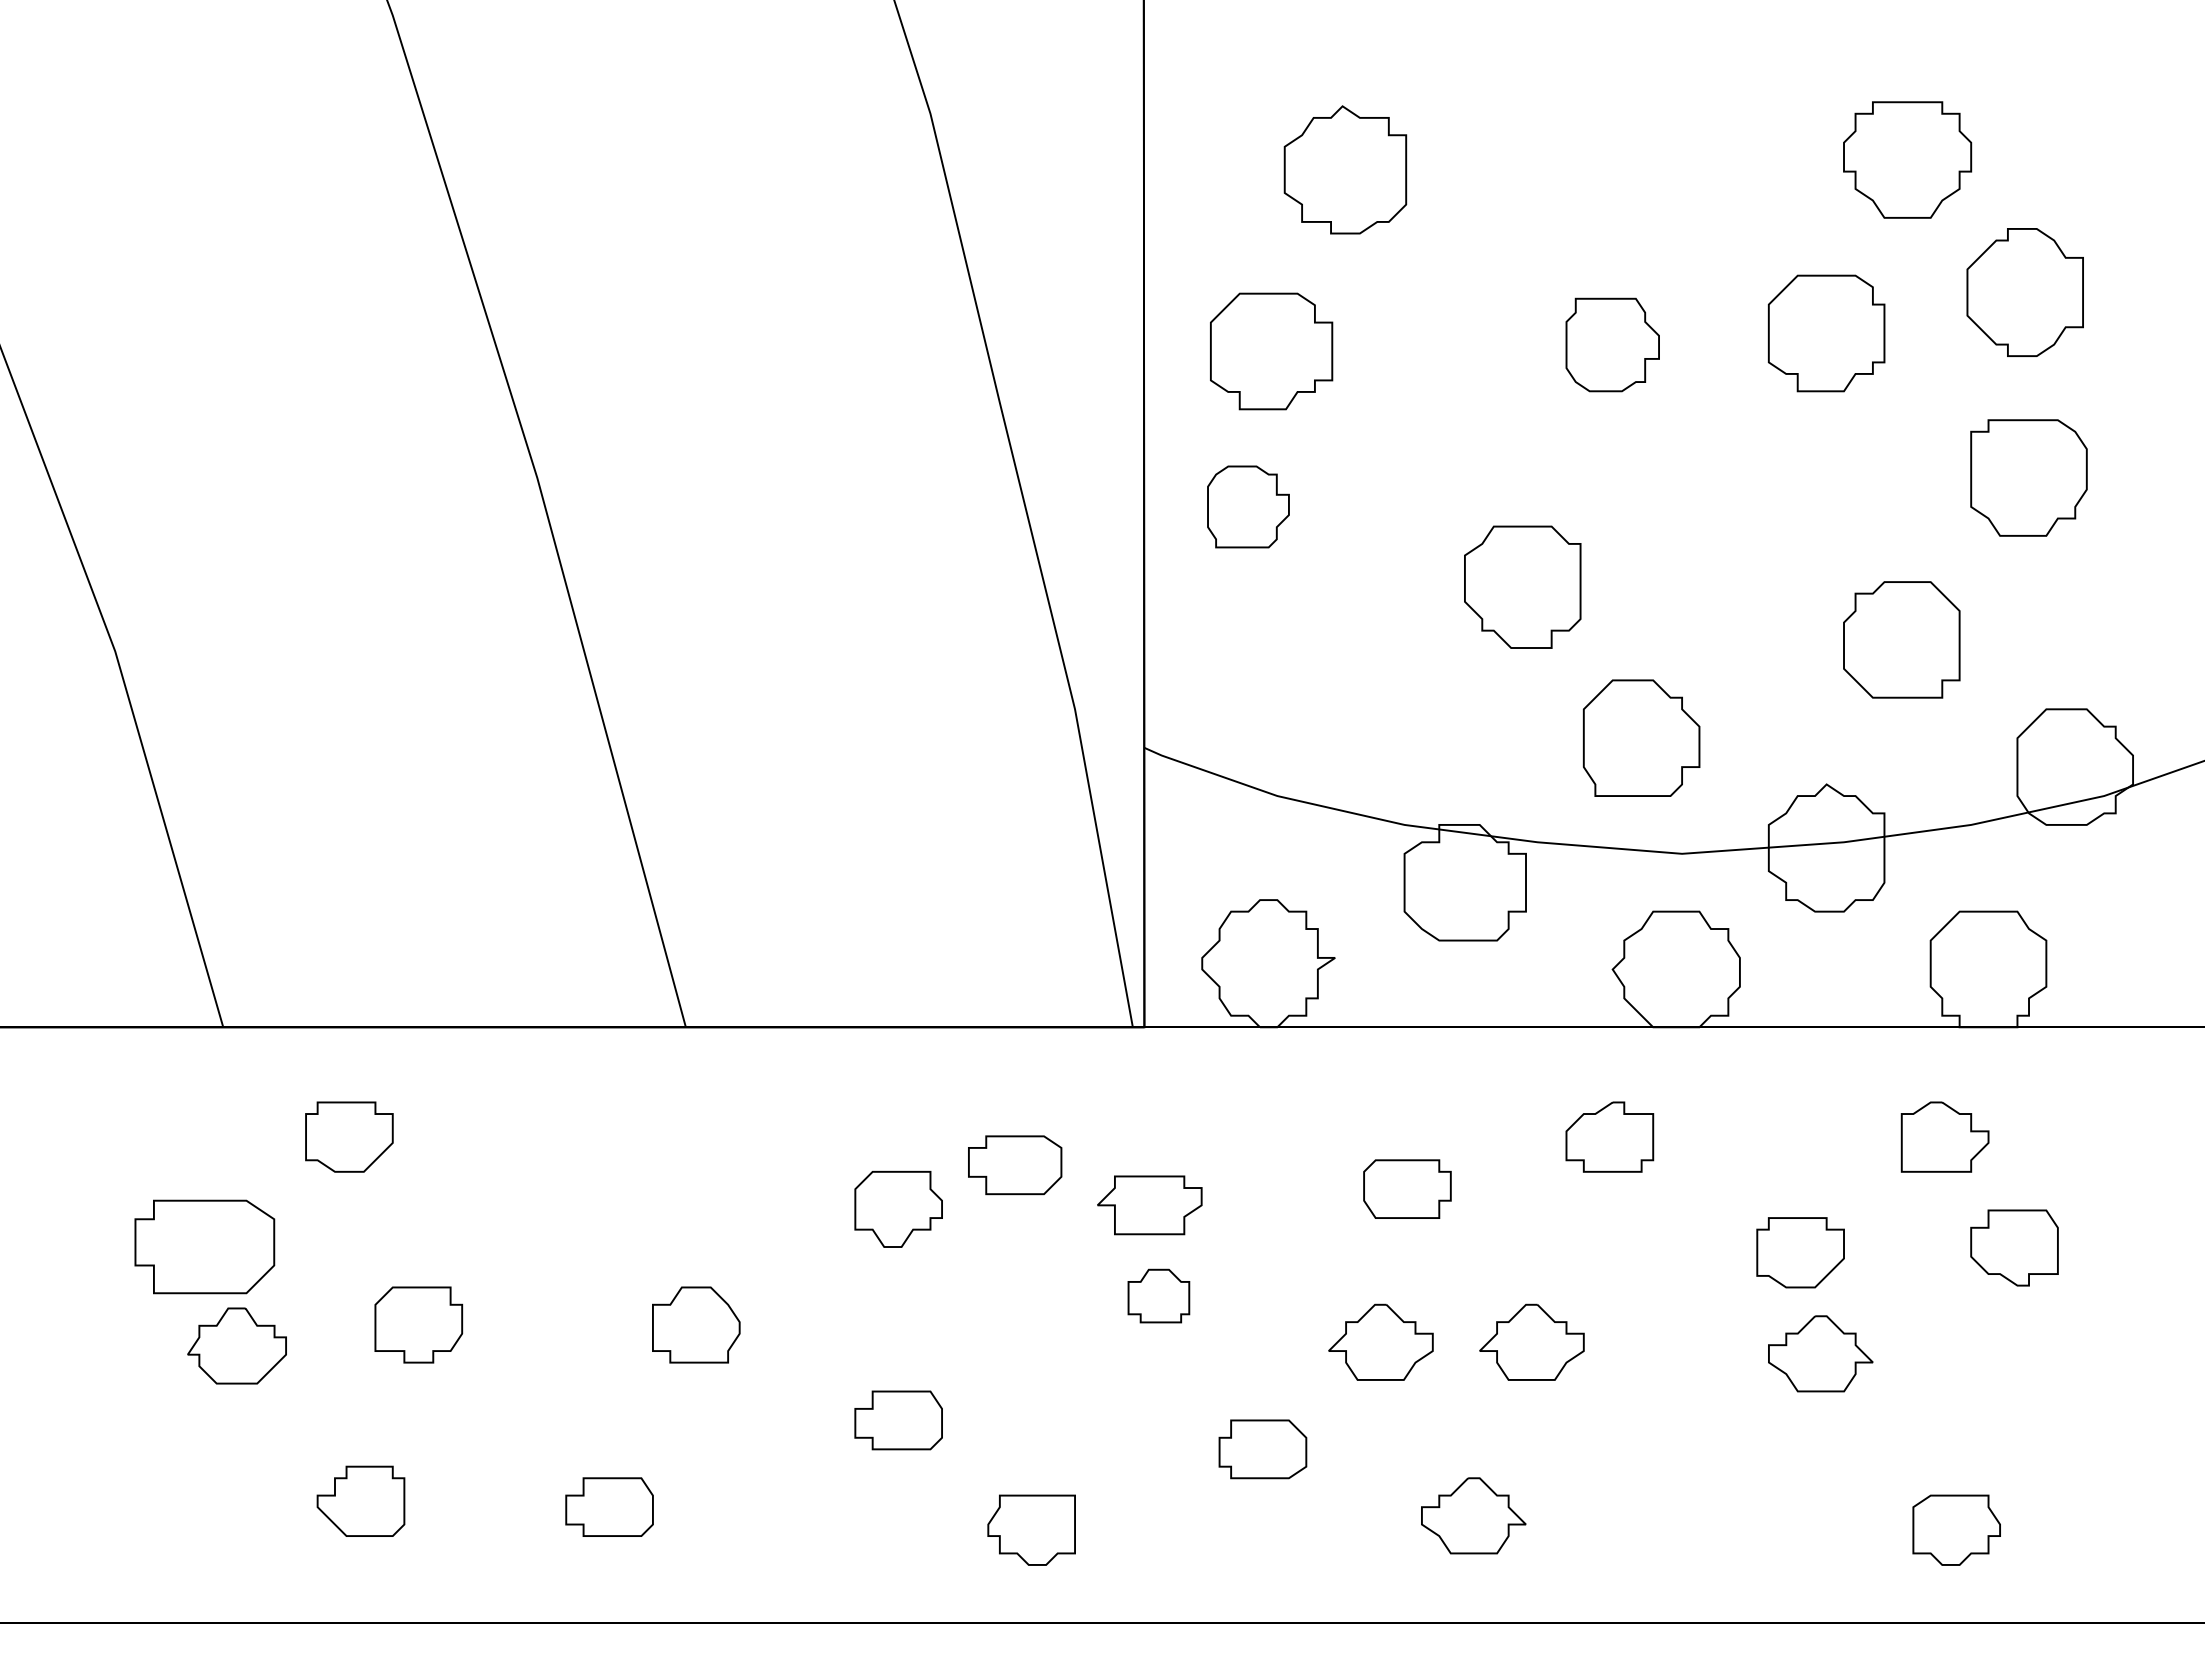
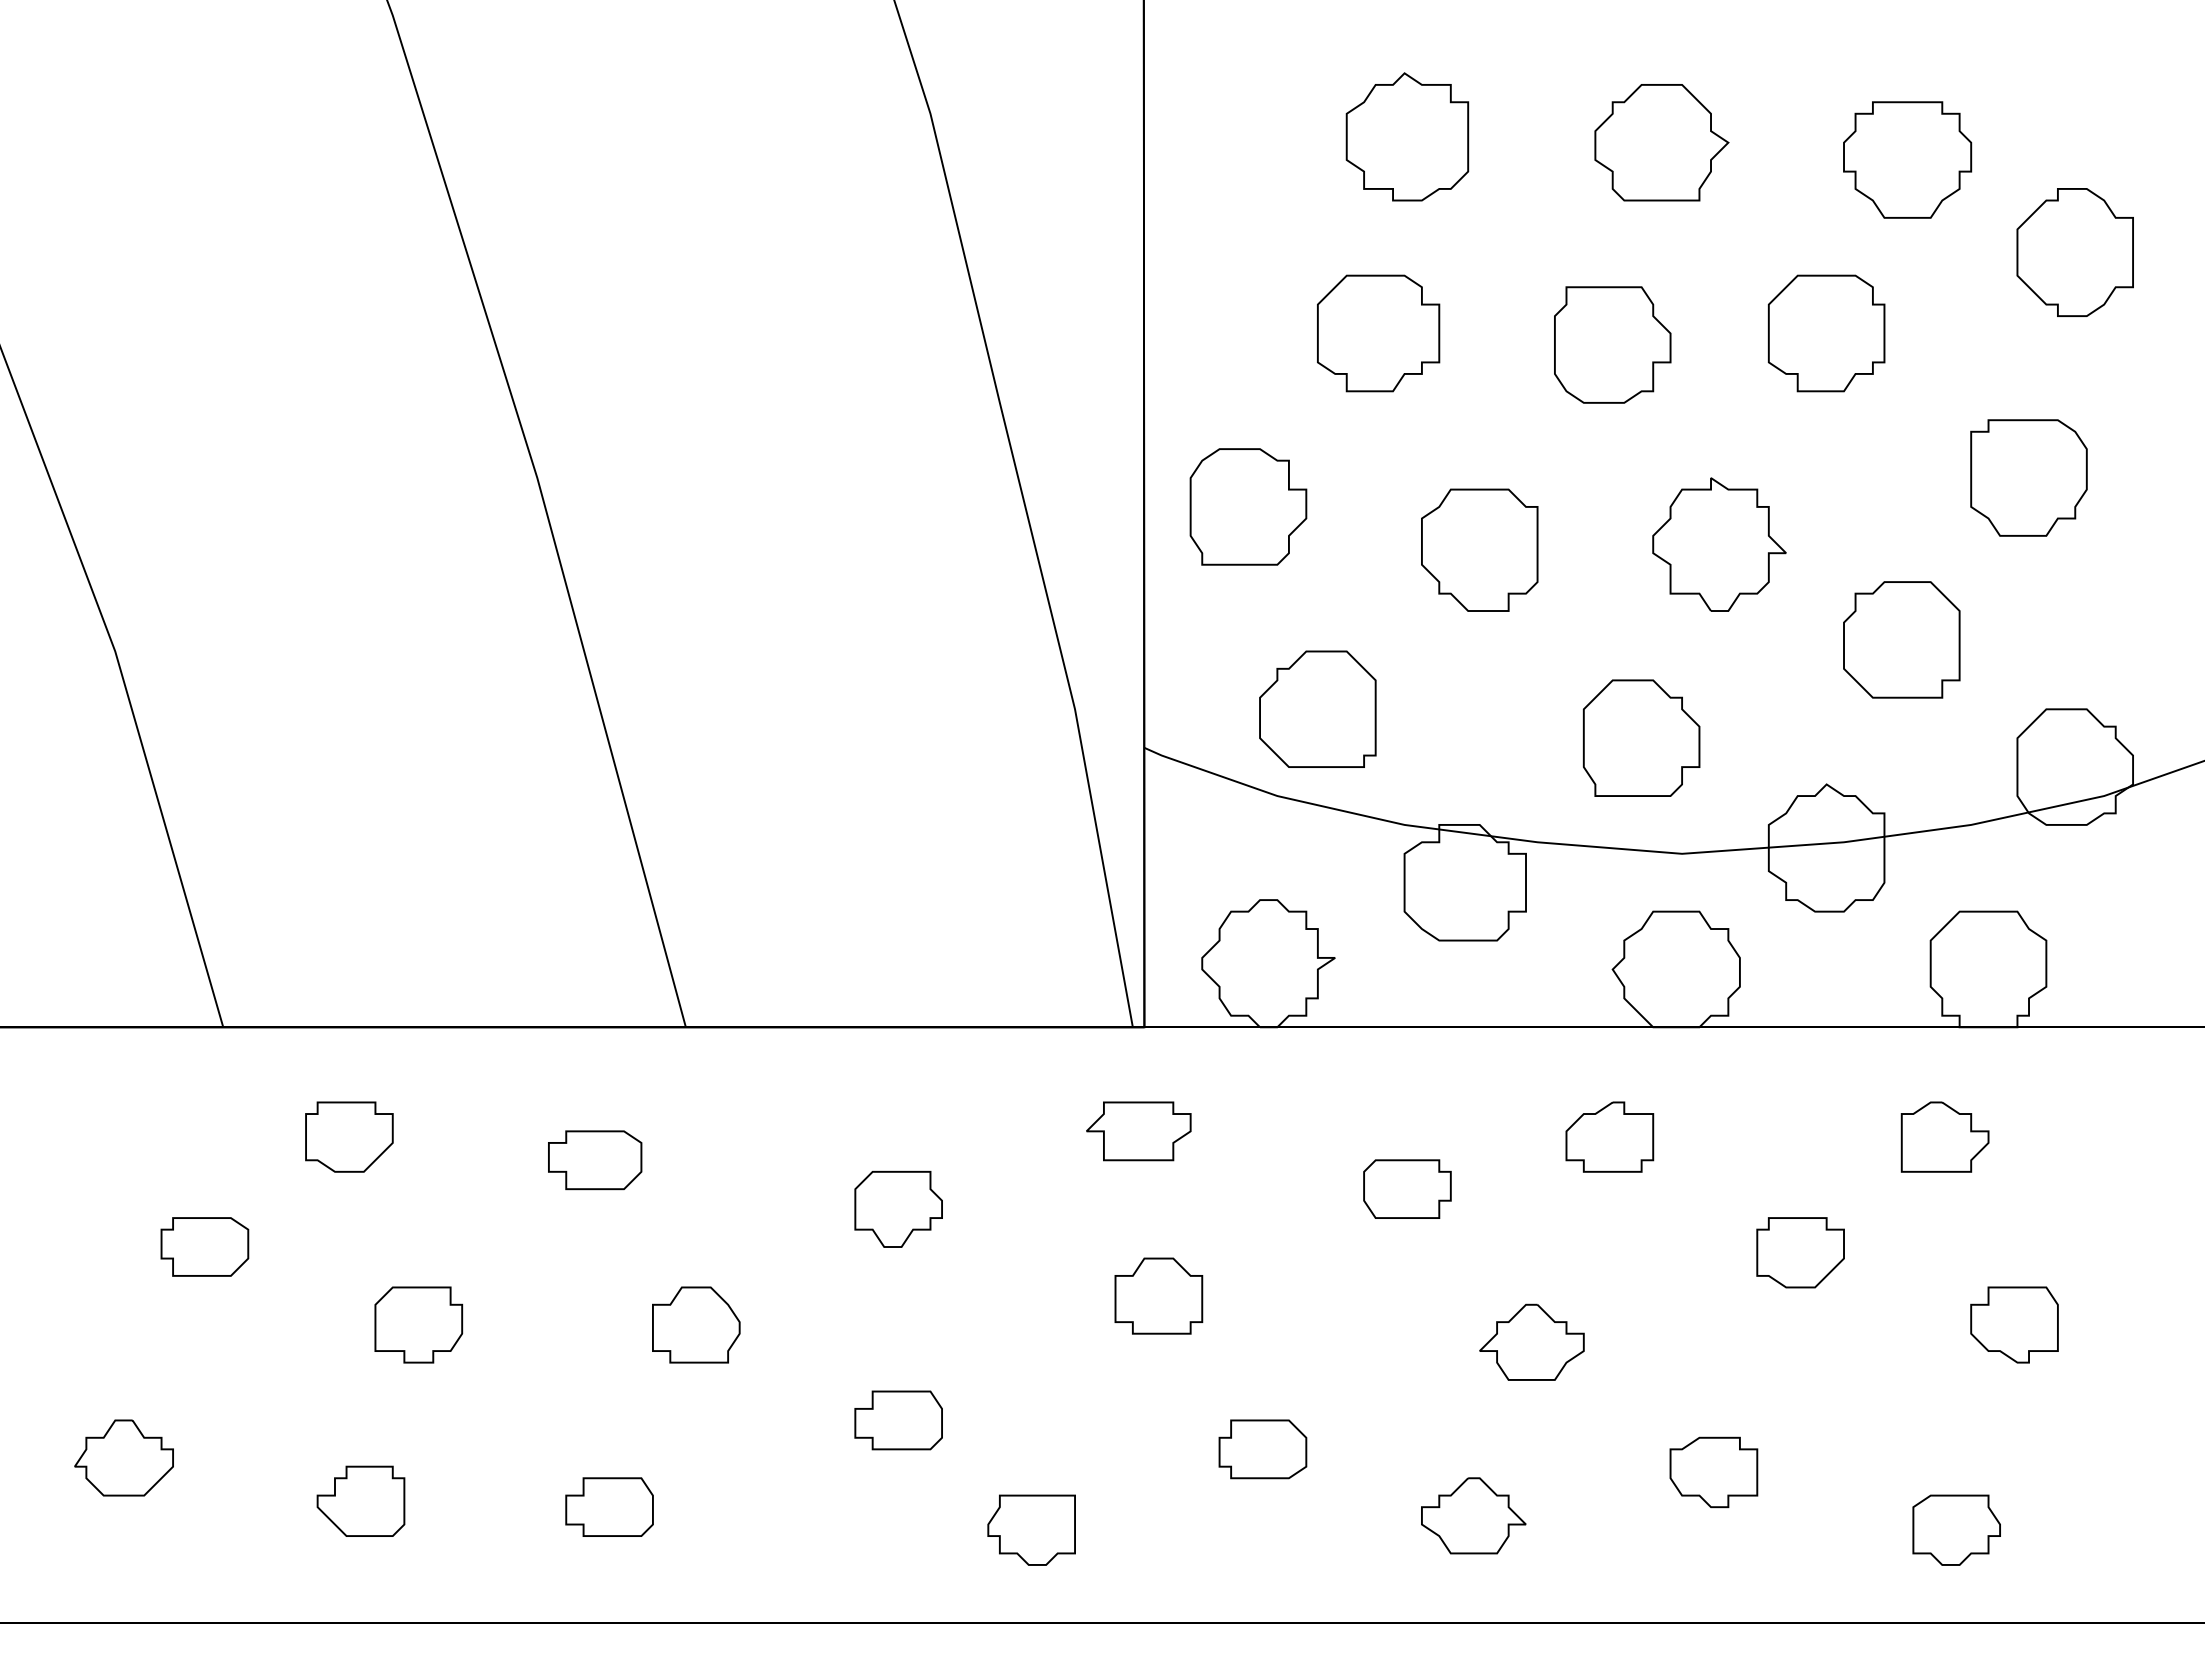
part at (1661, 142): none -> present
part at (1345, 169) position: (1345, 169) -> (1407, 136)
part at (2024, 292) position: (2024, 292) -> (2074, 252)
part at (1612, 344) size: 95x96 px -> 118x118 px
part at (1271, 351) position: (1271, 351) -> (1378, 333)
part at (1248, 506) size: 83x84 px -> 119x118 px
part at (1719, 544): none -> present
part at (1522, 586) position: (1522, 586) -> (1479, 549)
part at (1317, 708): none -> present
part at (1015, 1165) position: (1015, 1165) -> (595, 1160)
part at (1149, 1205) position: (1149, 1205) -> (1138, 1131)
part at (204, 1246) size: 142x96 px -> 90x60 px
part at (2014, 1247) position: (2014, 1247) -> (2014, 1324)
part at (1158, 1295) size: 64x56 px -> 90x78 px
part at (1380, 1341): present -> none
part at (236, 1345) position: (236, 1345) -> (123, 1457)
part at (1820, 1353): present -> none
part at (1713, 1472): none -> present
